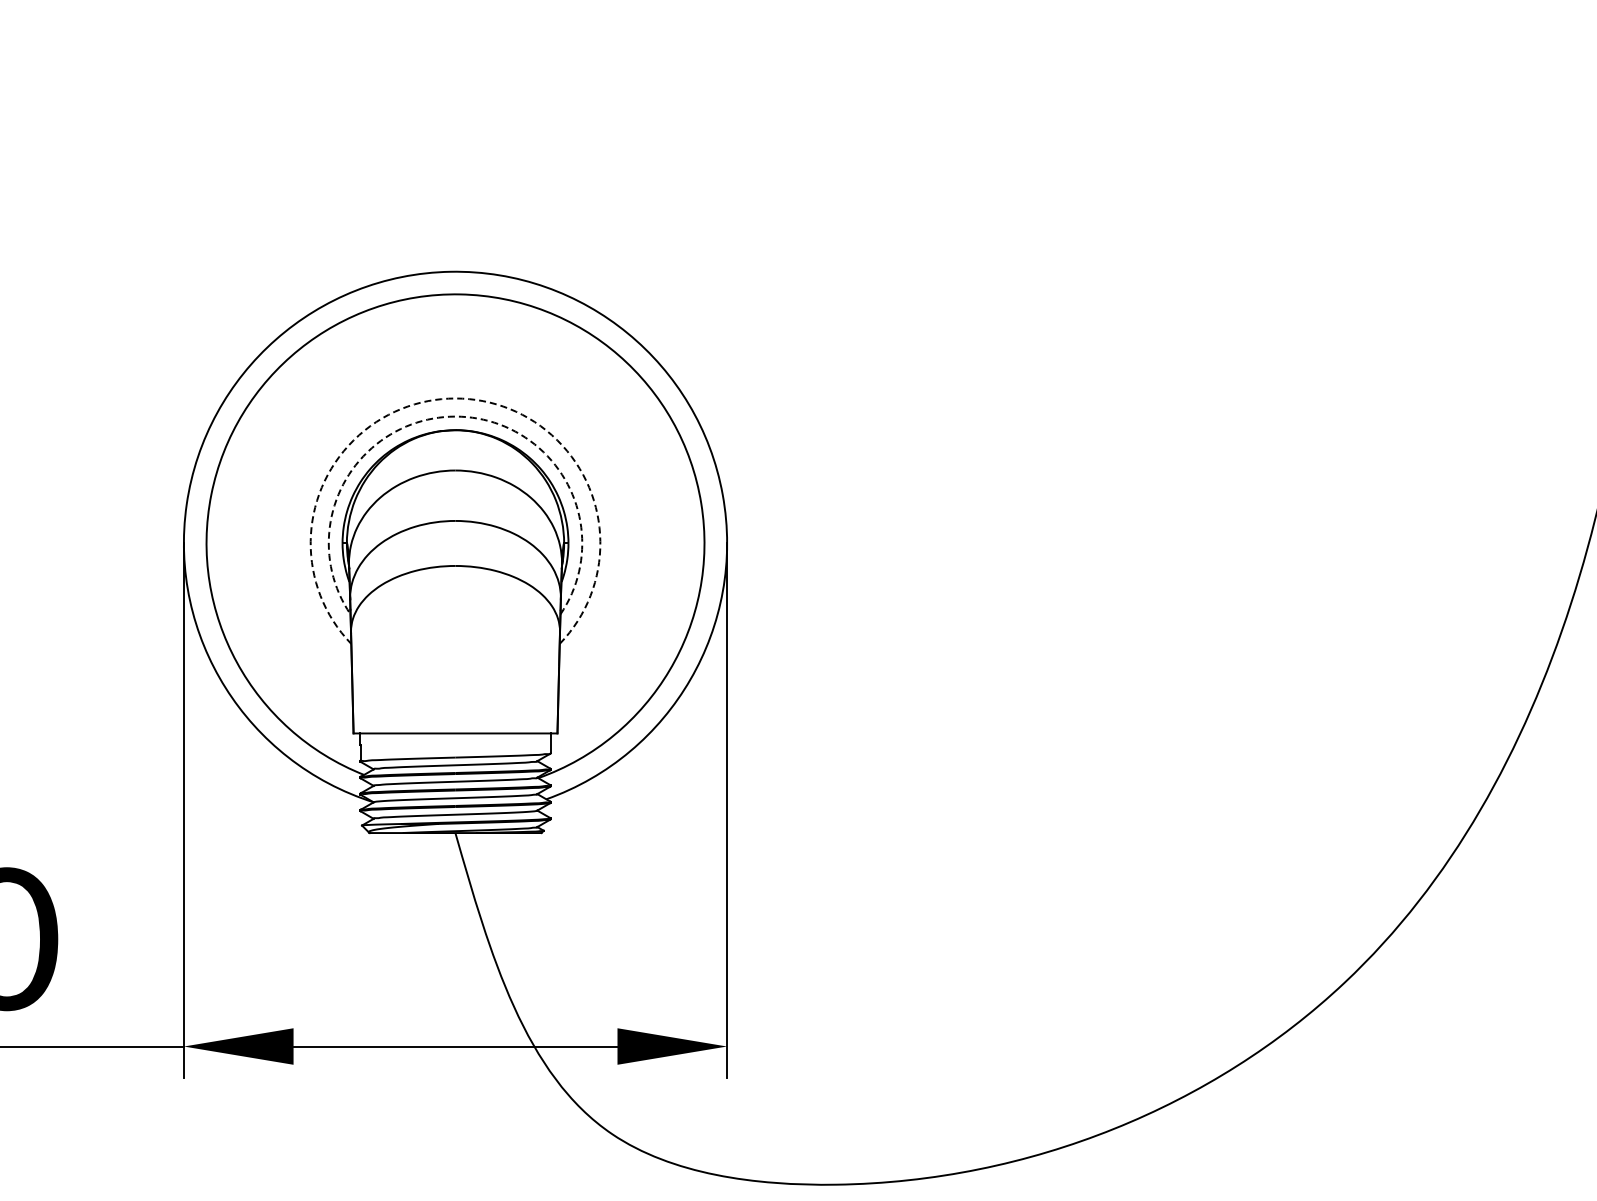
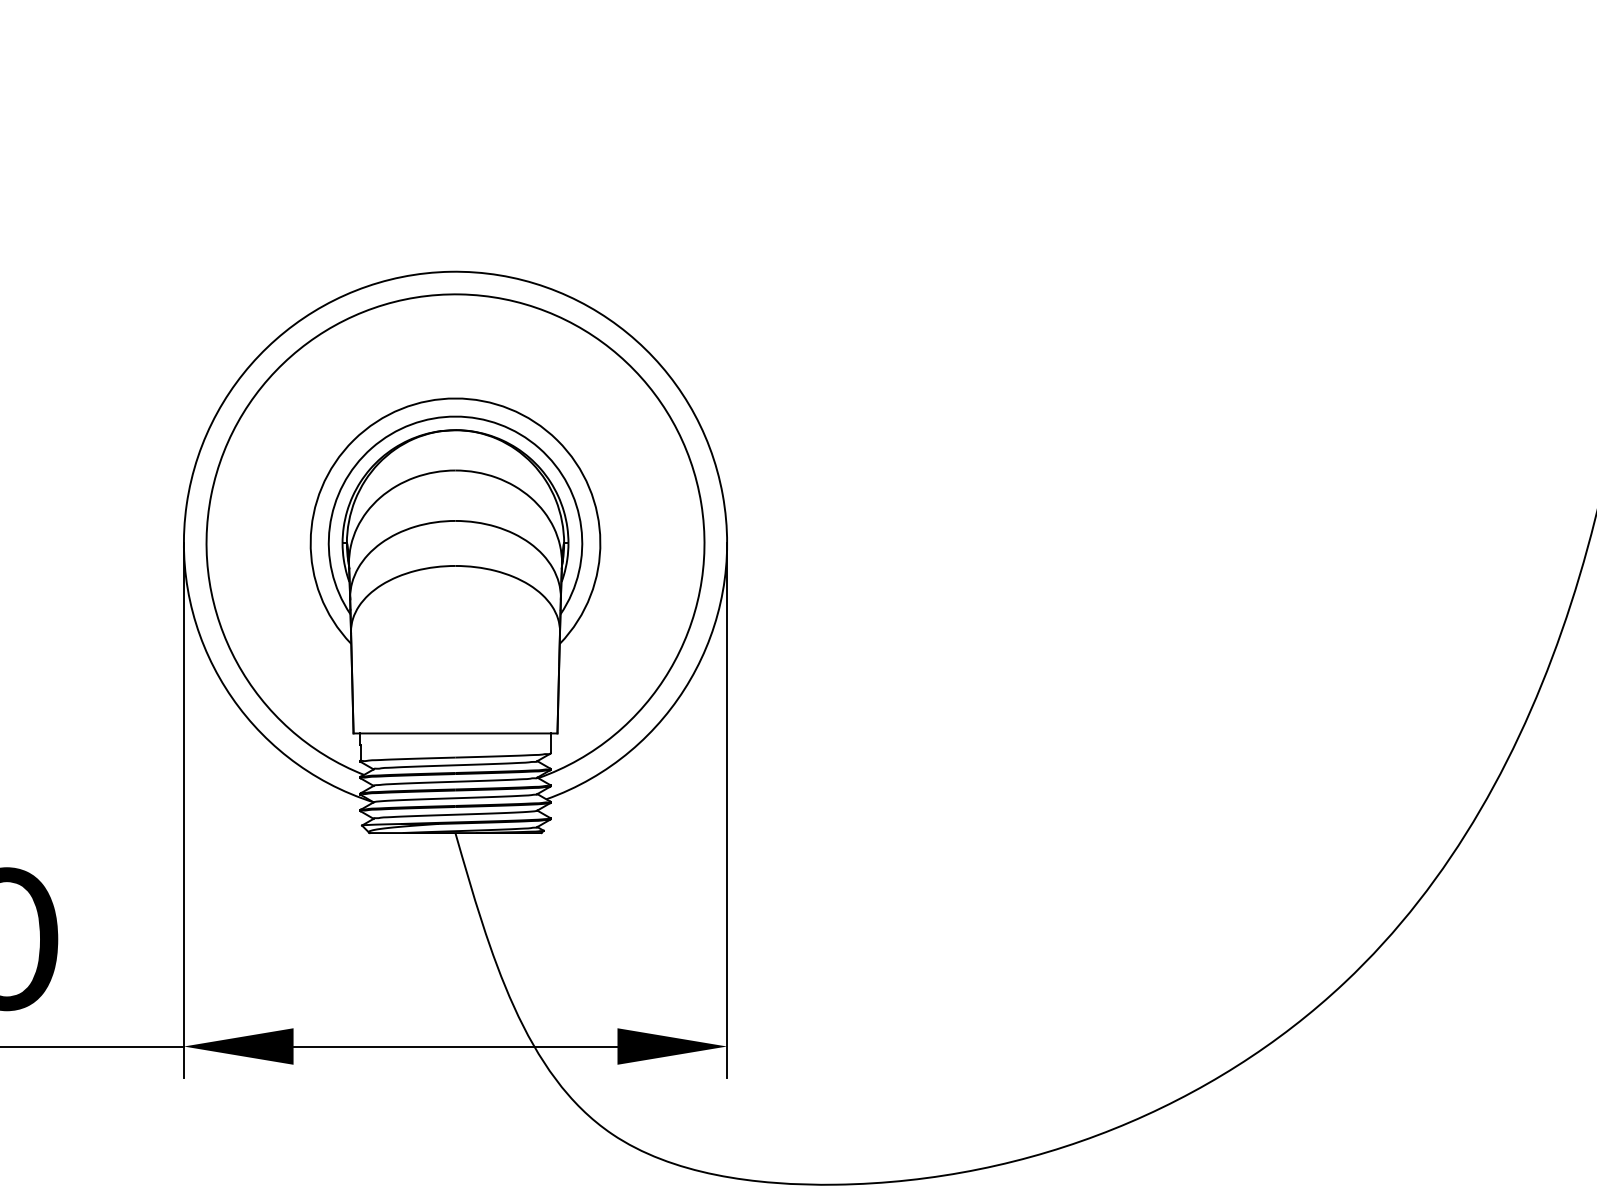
arc at (455, 398): dashed -> solid
arc at (455, 416): dashed -> solid
